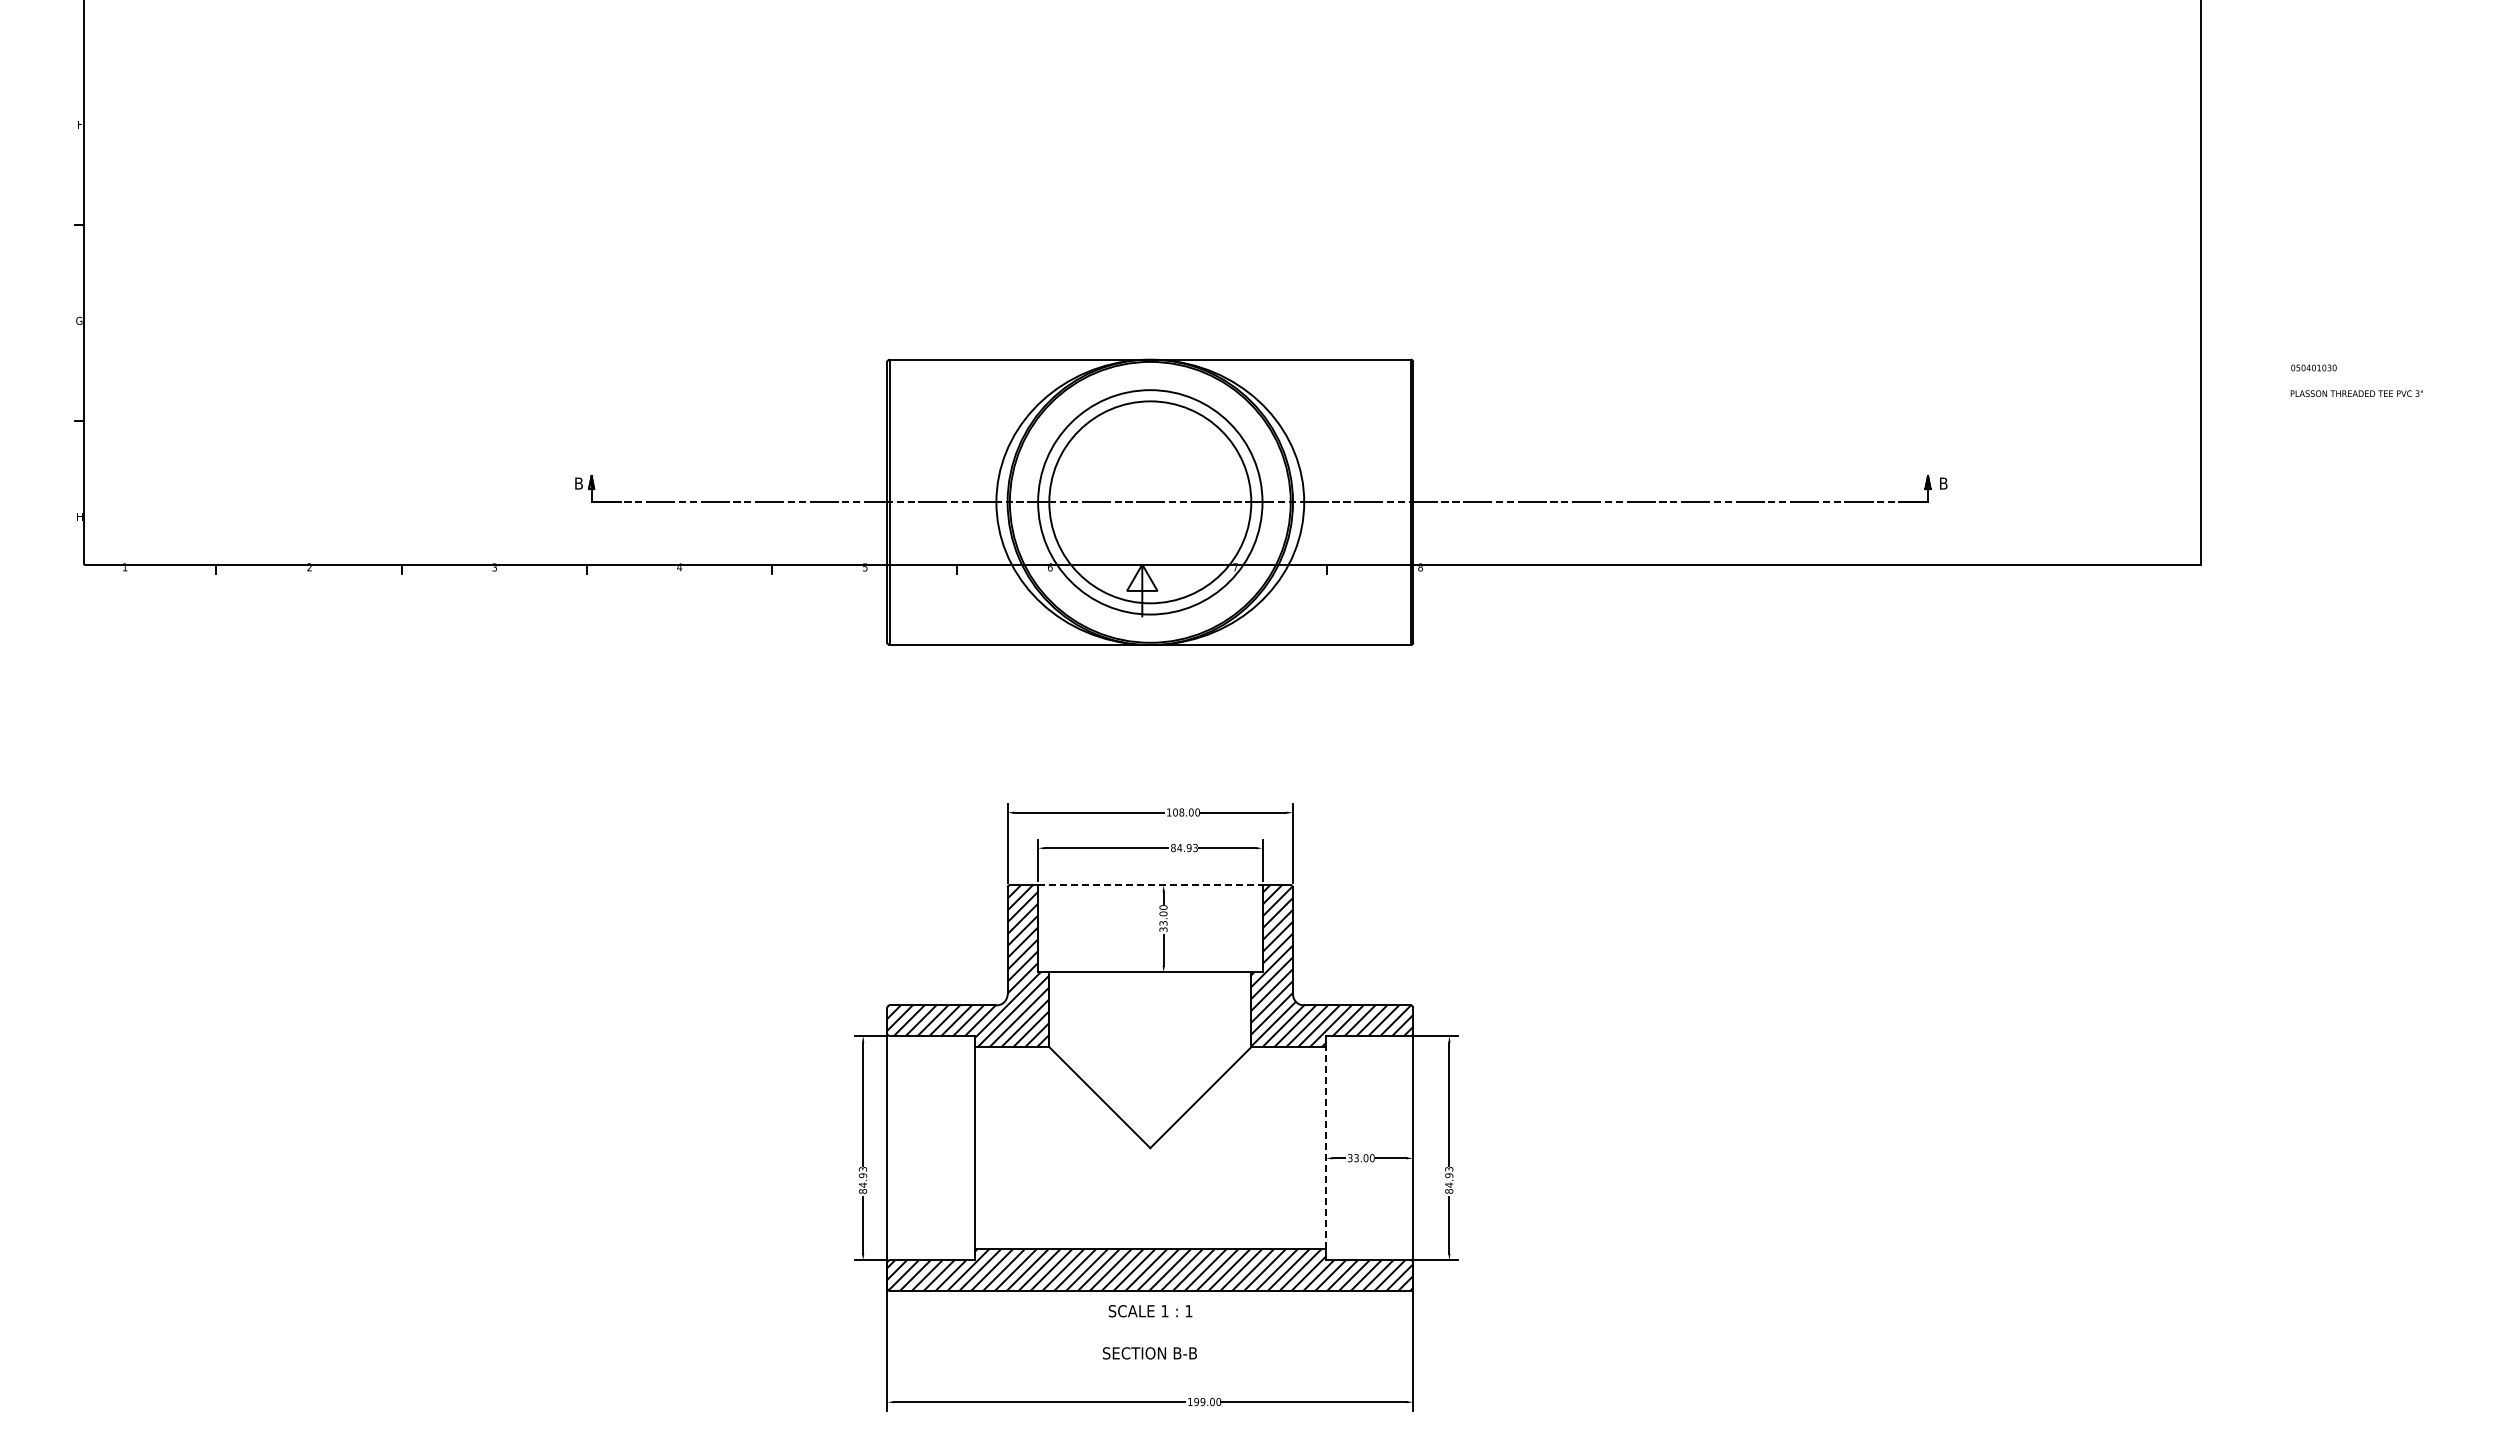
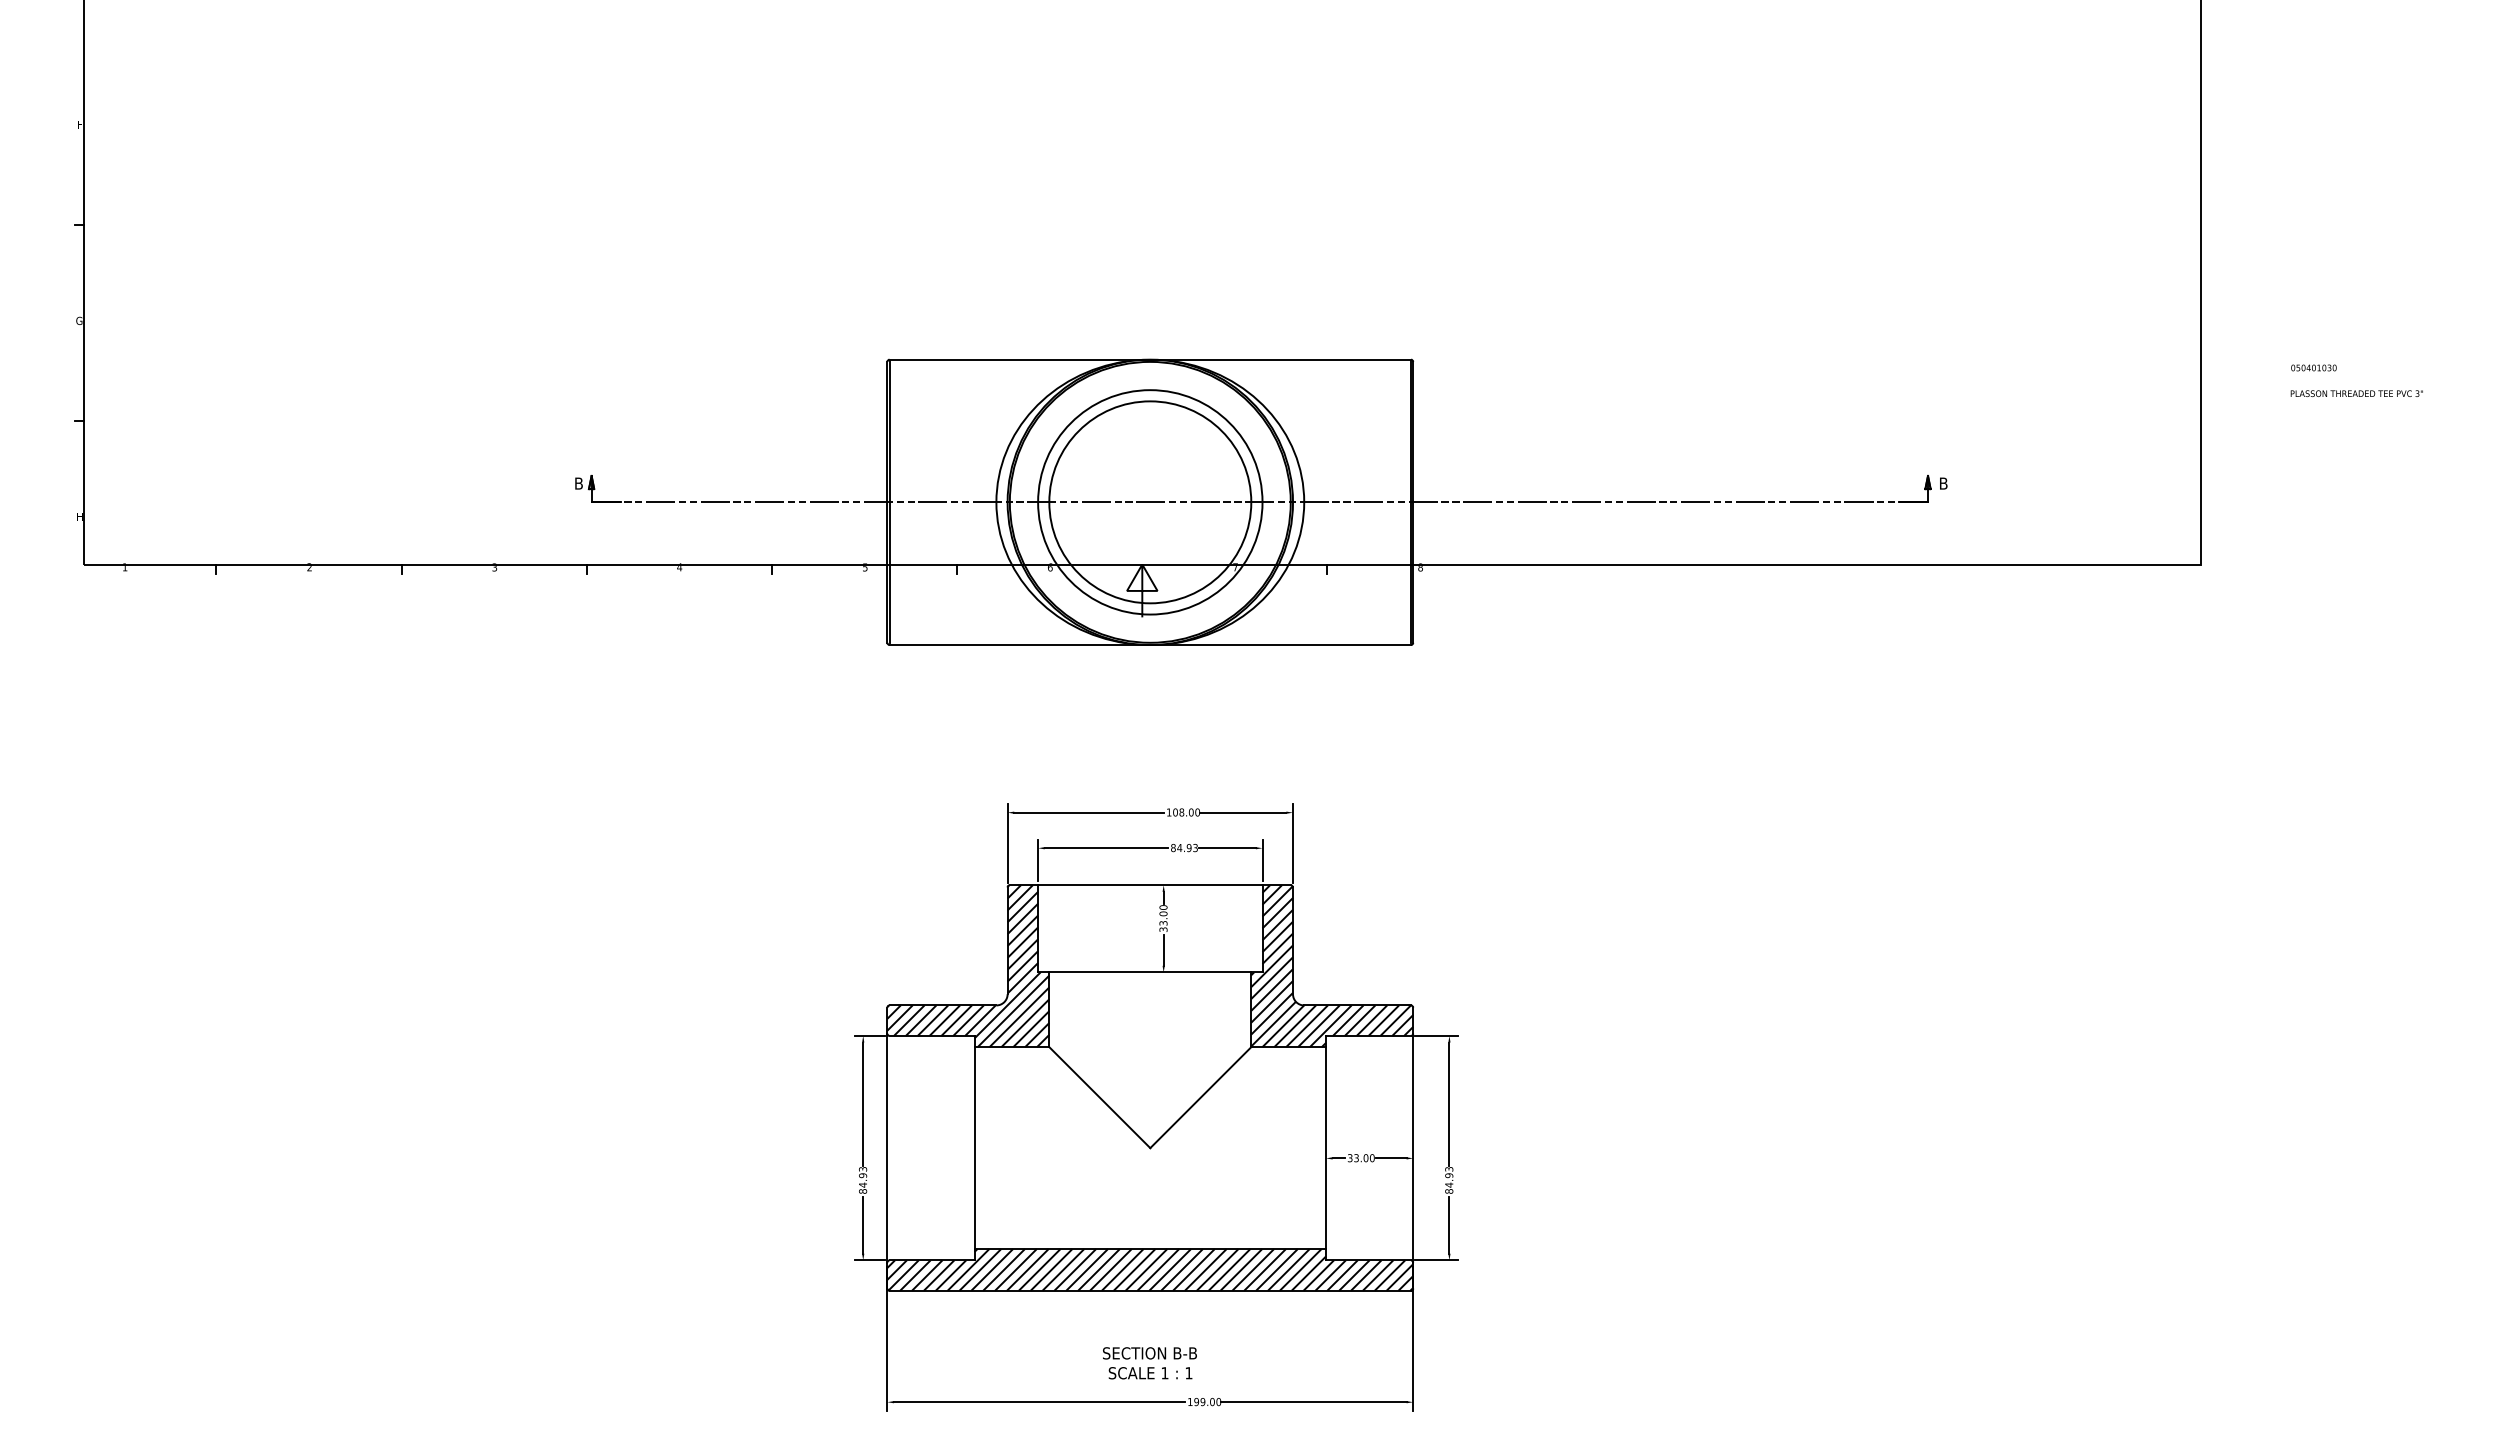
line at (1150, 885): dashed -> solid
line at (1326, 1148): dashed -> solid
text at (1150, 1311) position: (1150, 1311) -> (1150, 1373)
